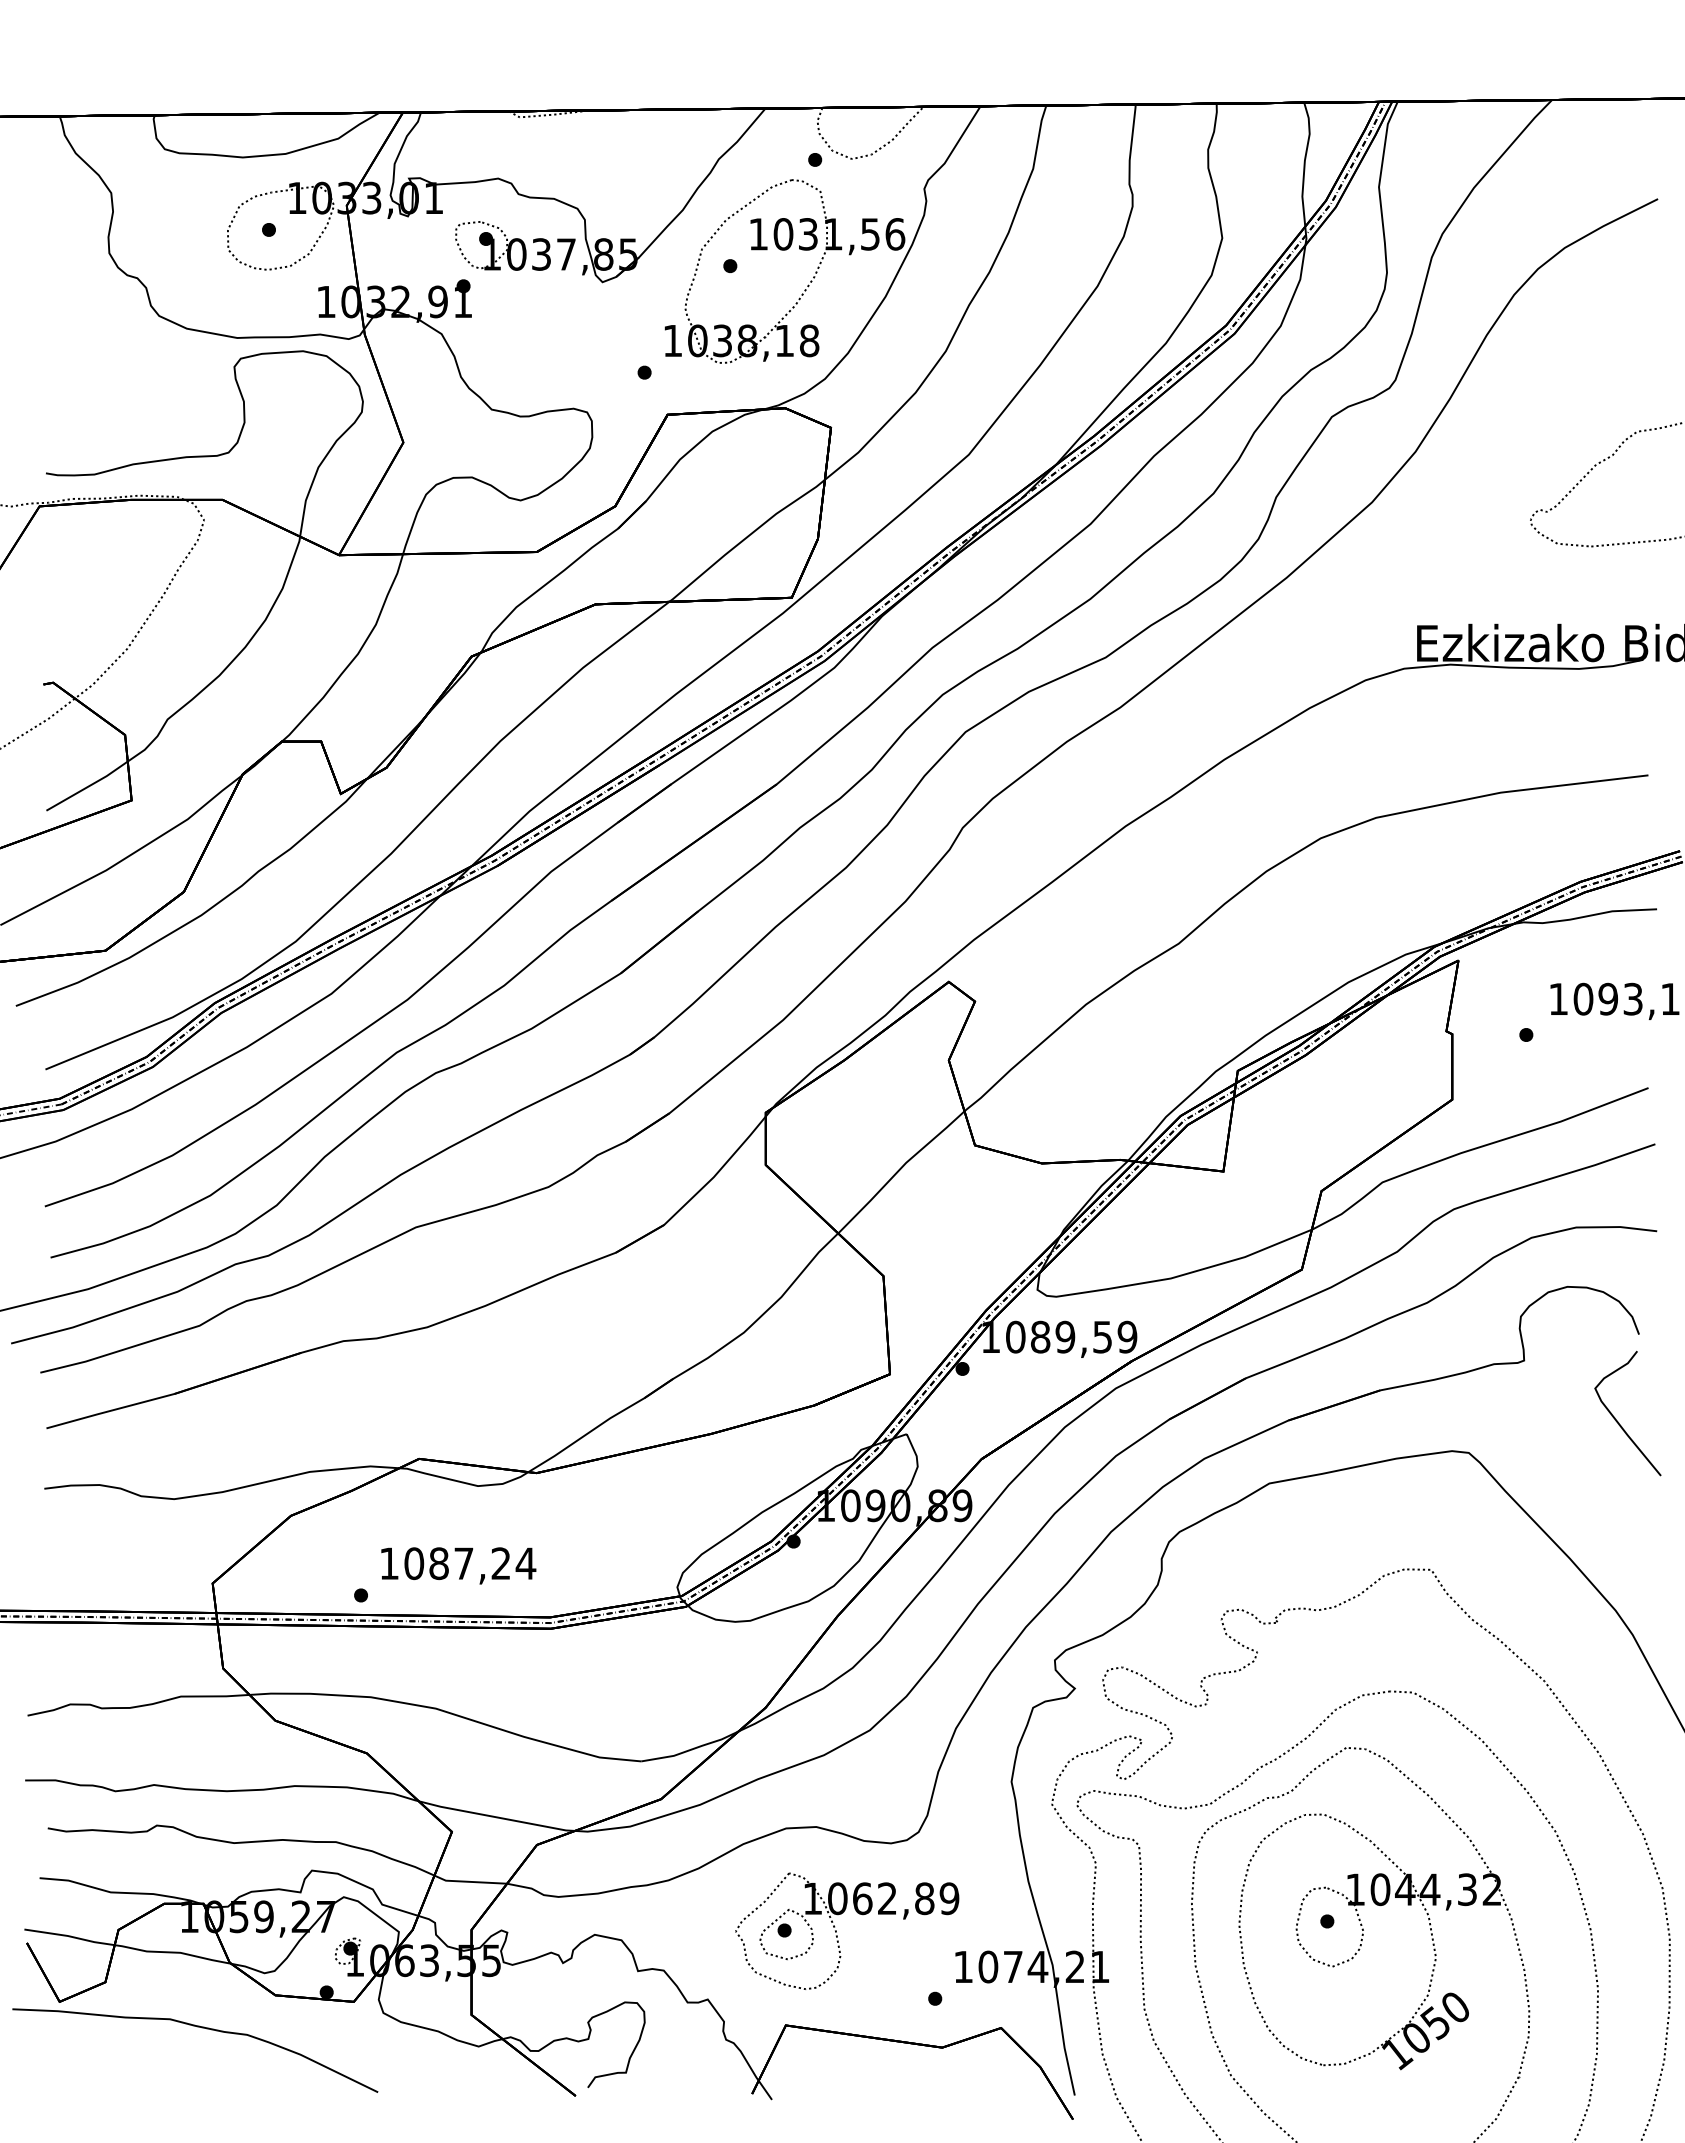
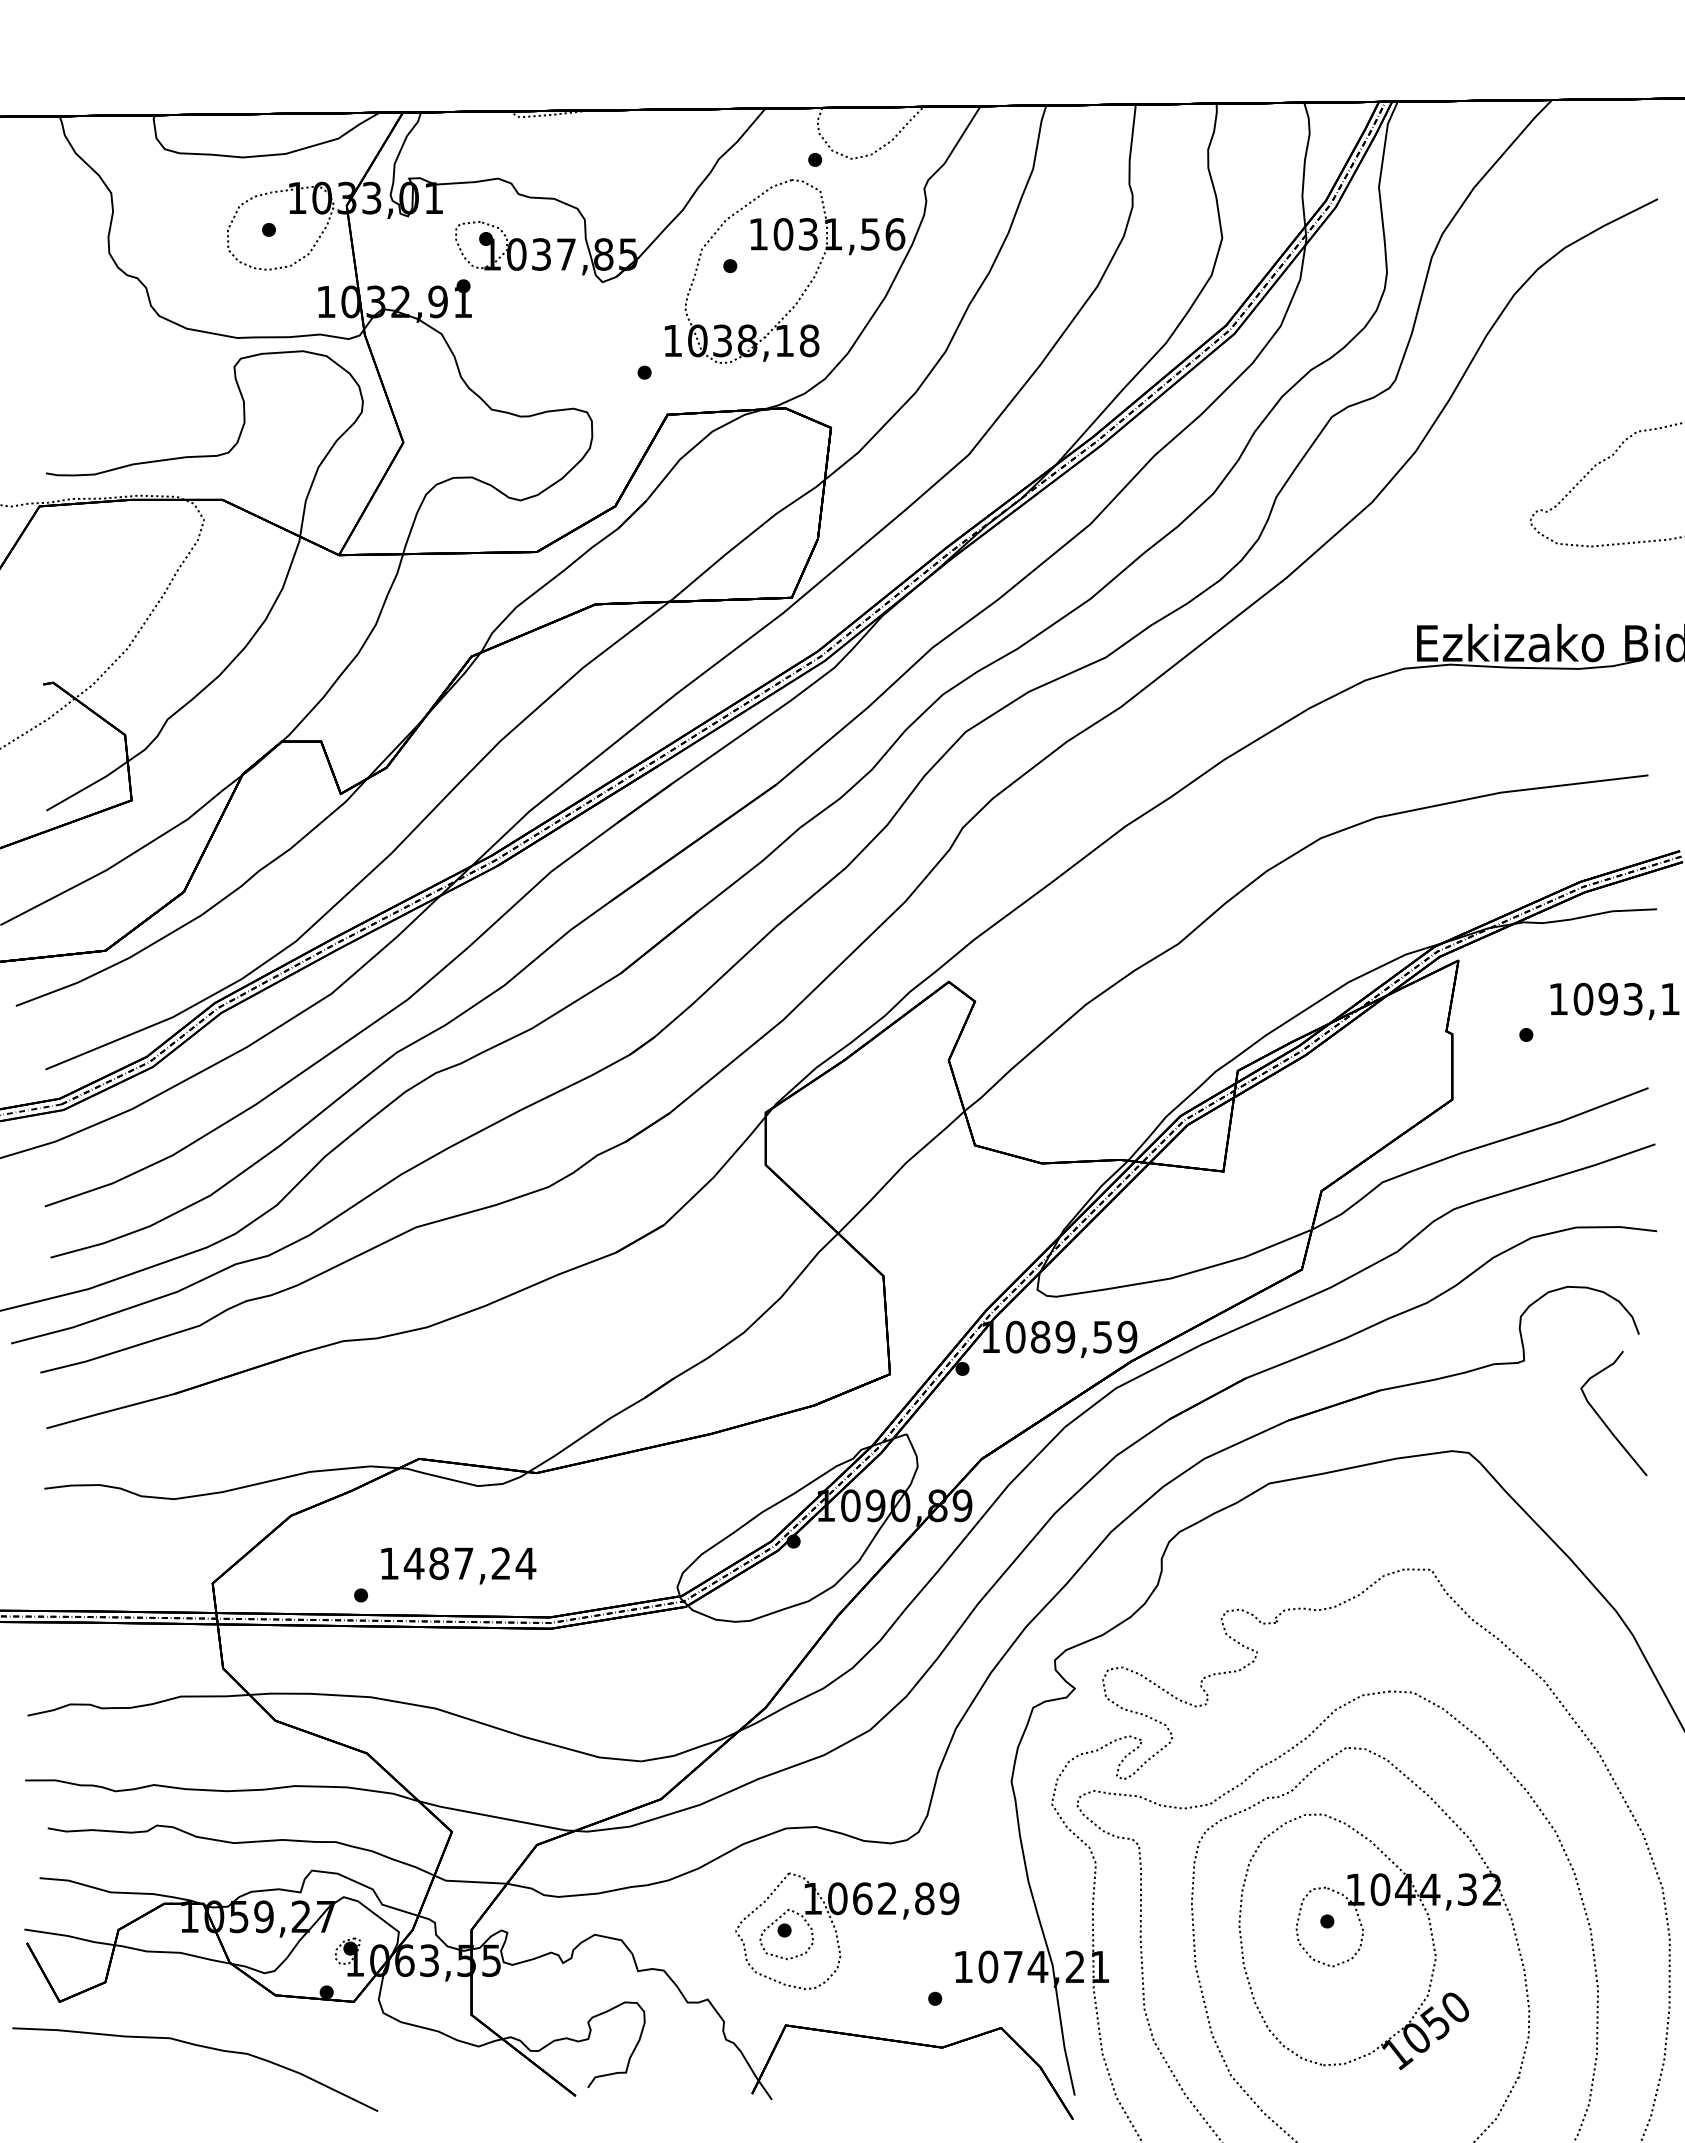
curve at (1618, 1421) position: (1618, 1421) -> (1604, 1421)
text at (413, 1563): 1087,24 -> 1487,24
curve at (201, 2028) position: (201, 2028) -> (201, 2047)
